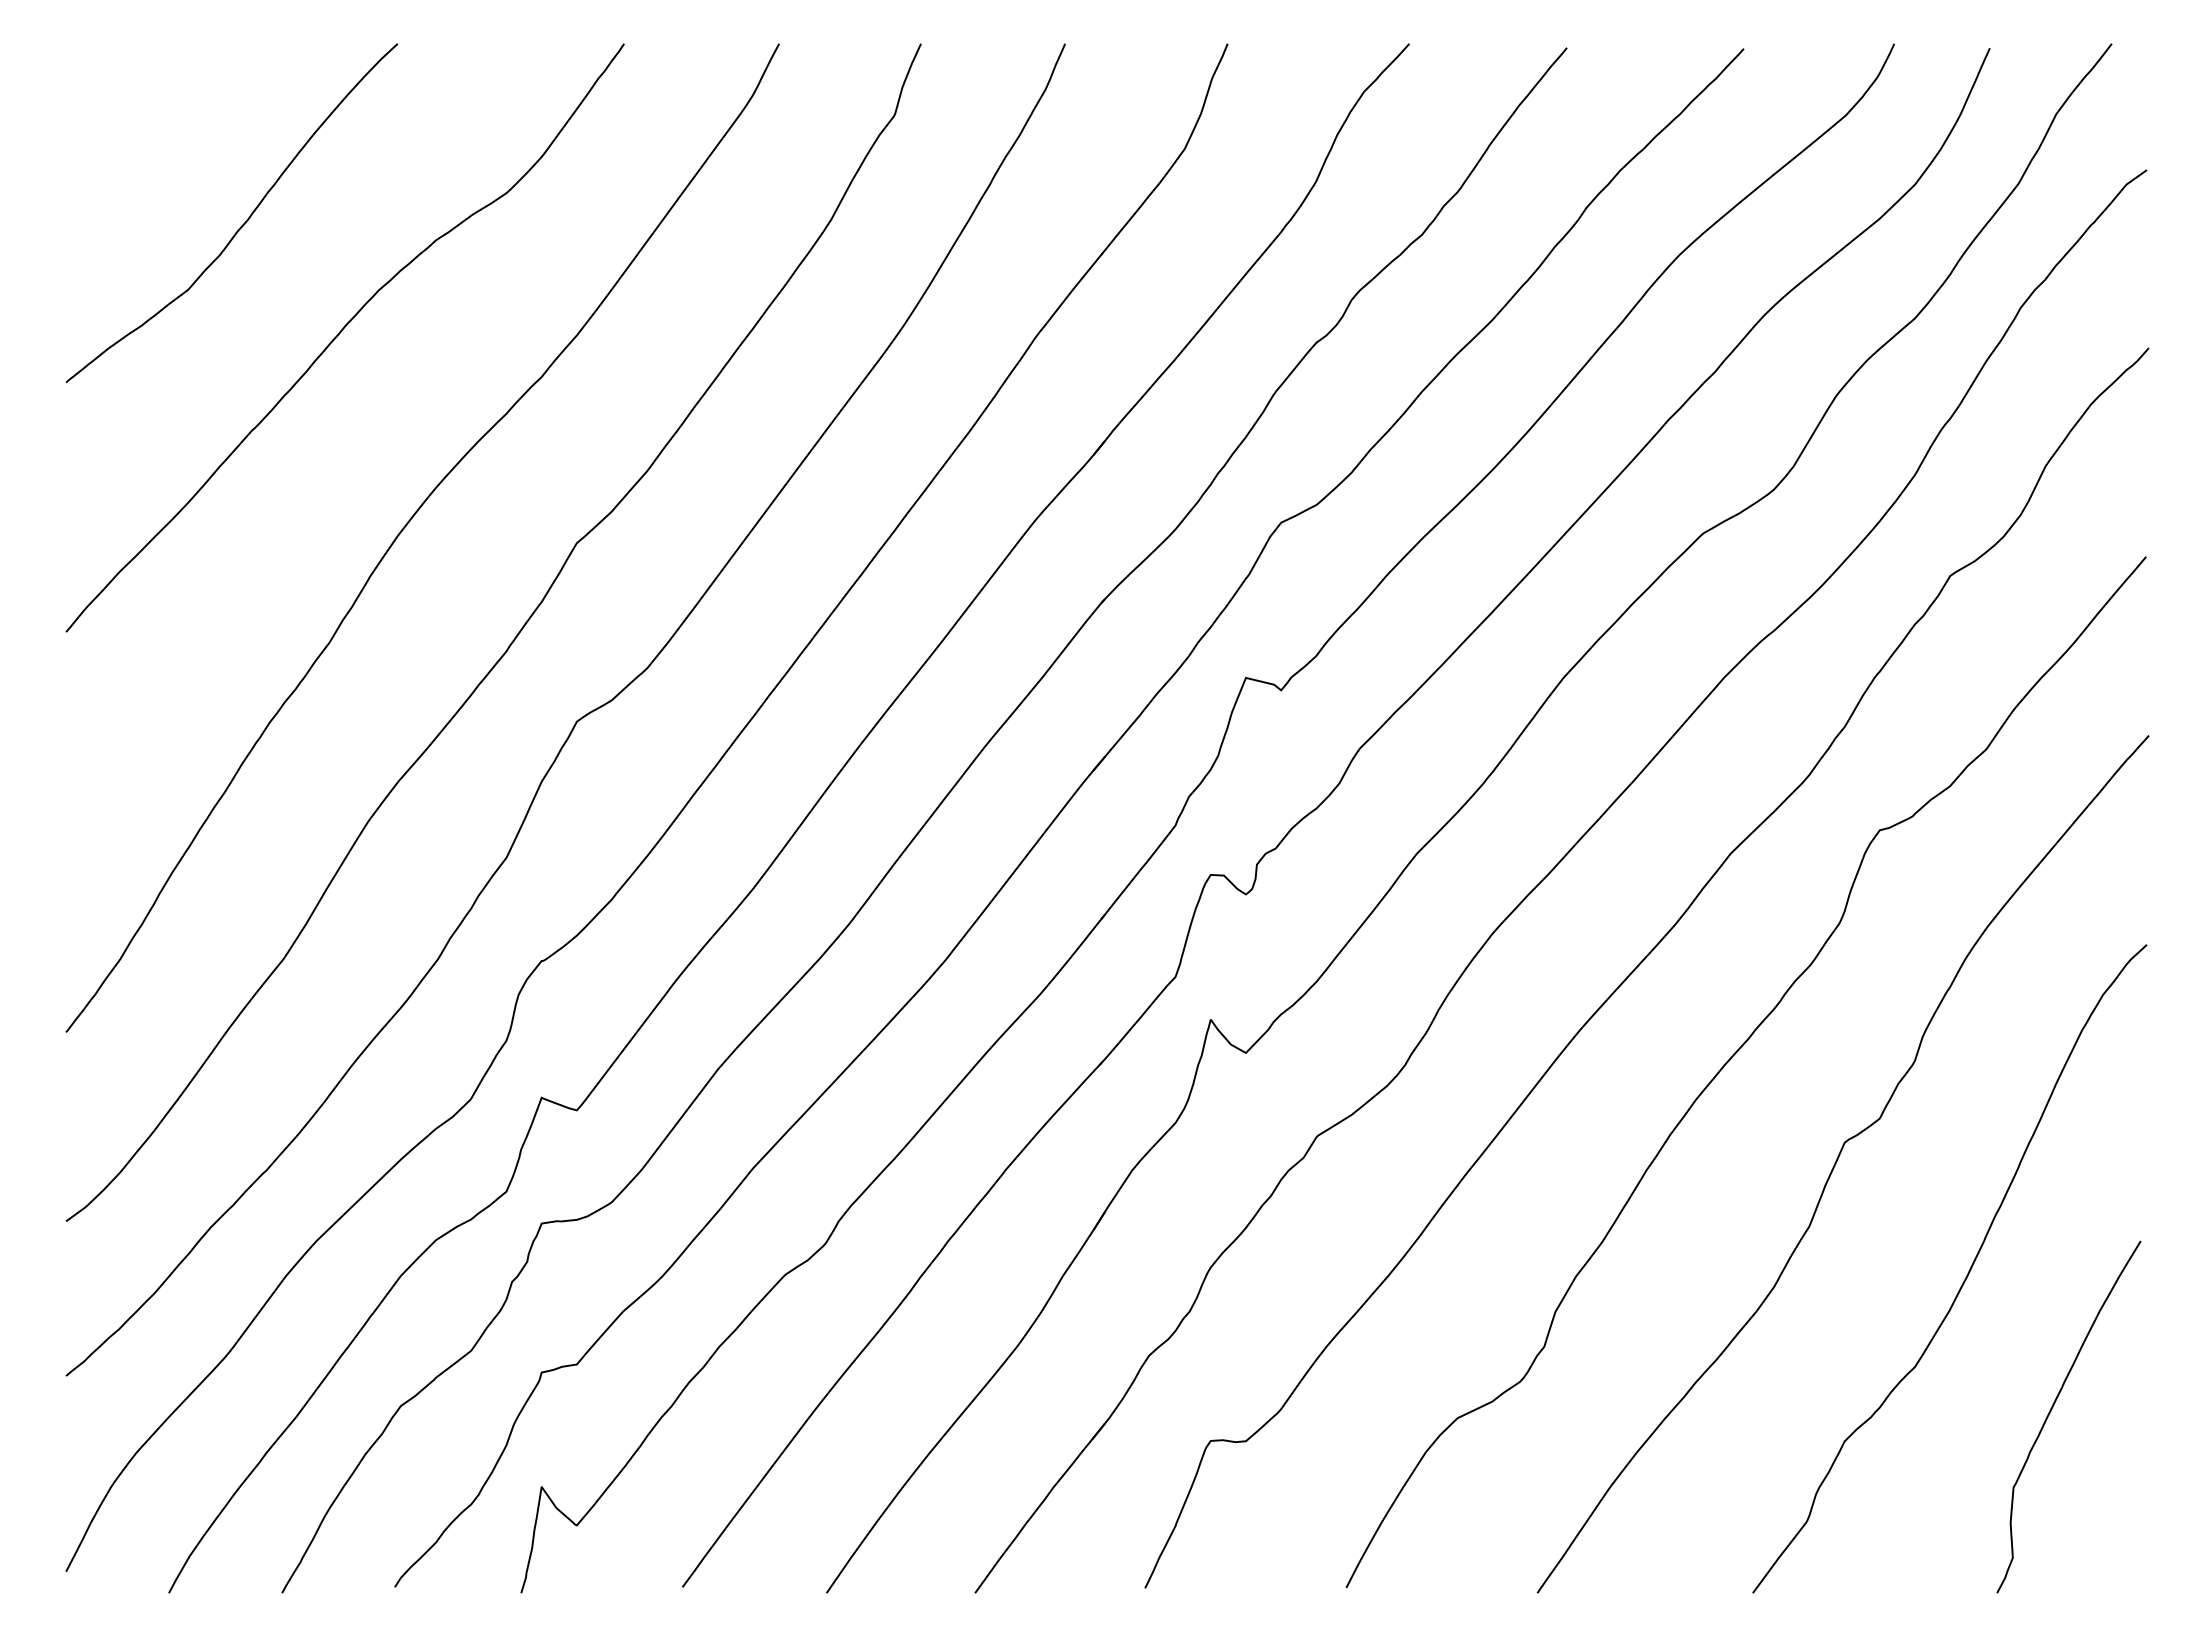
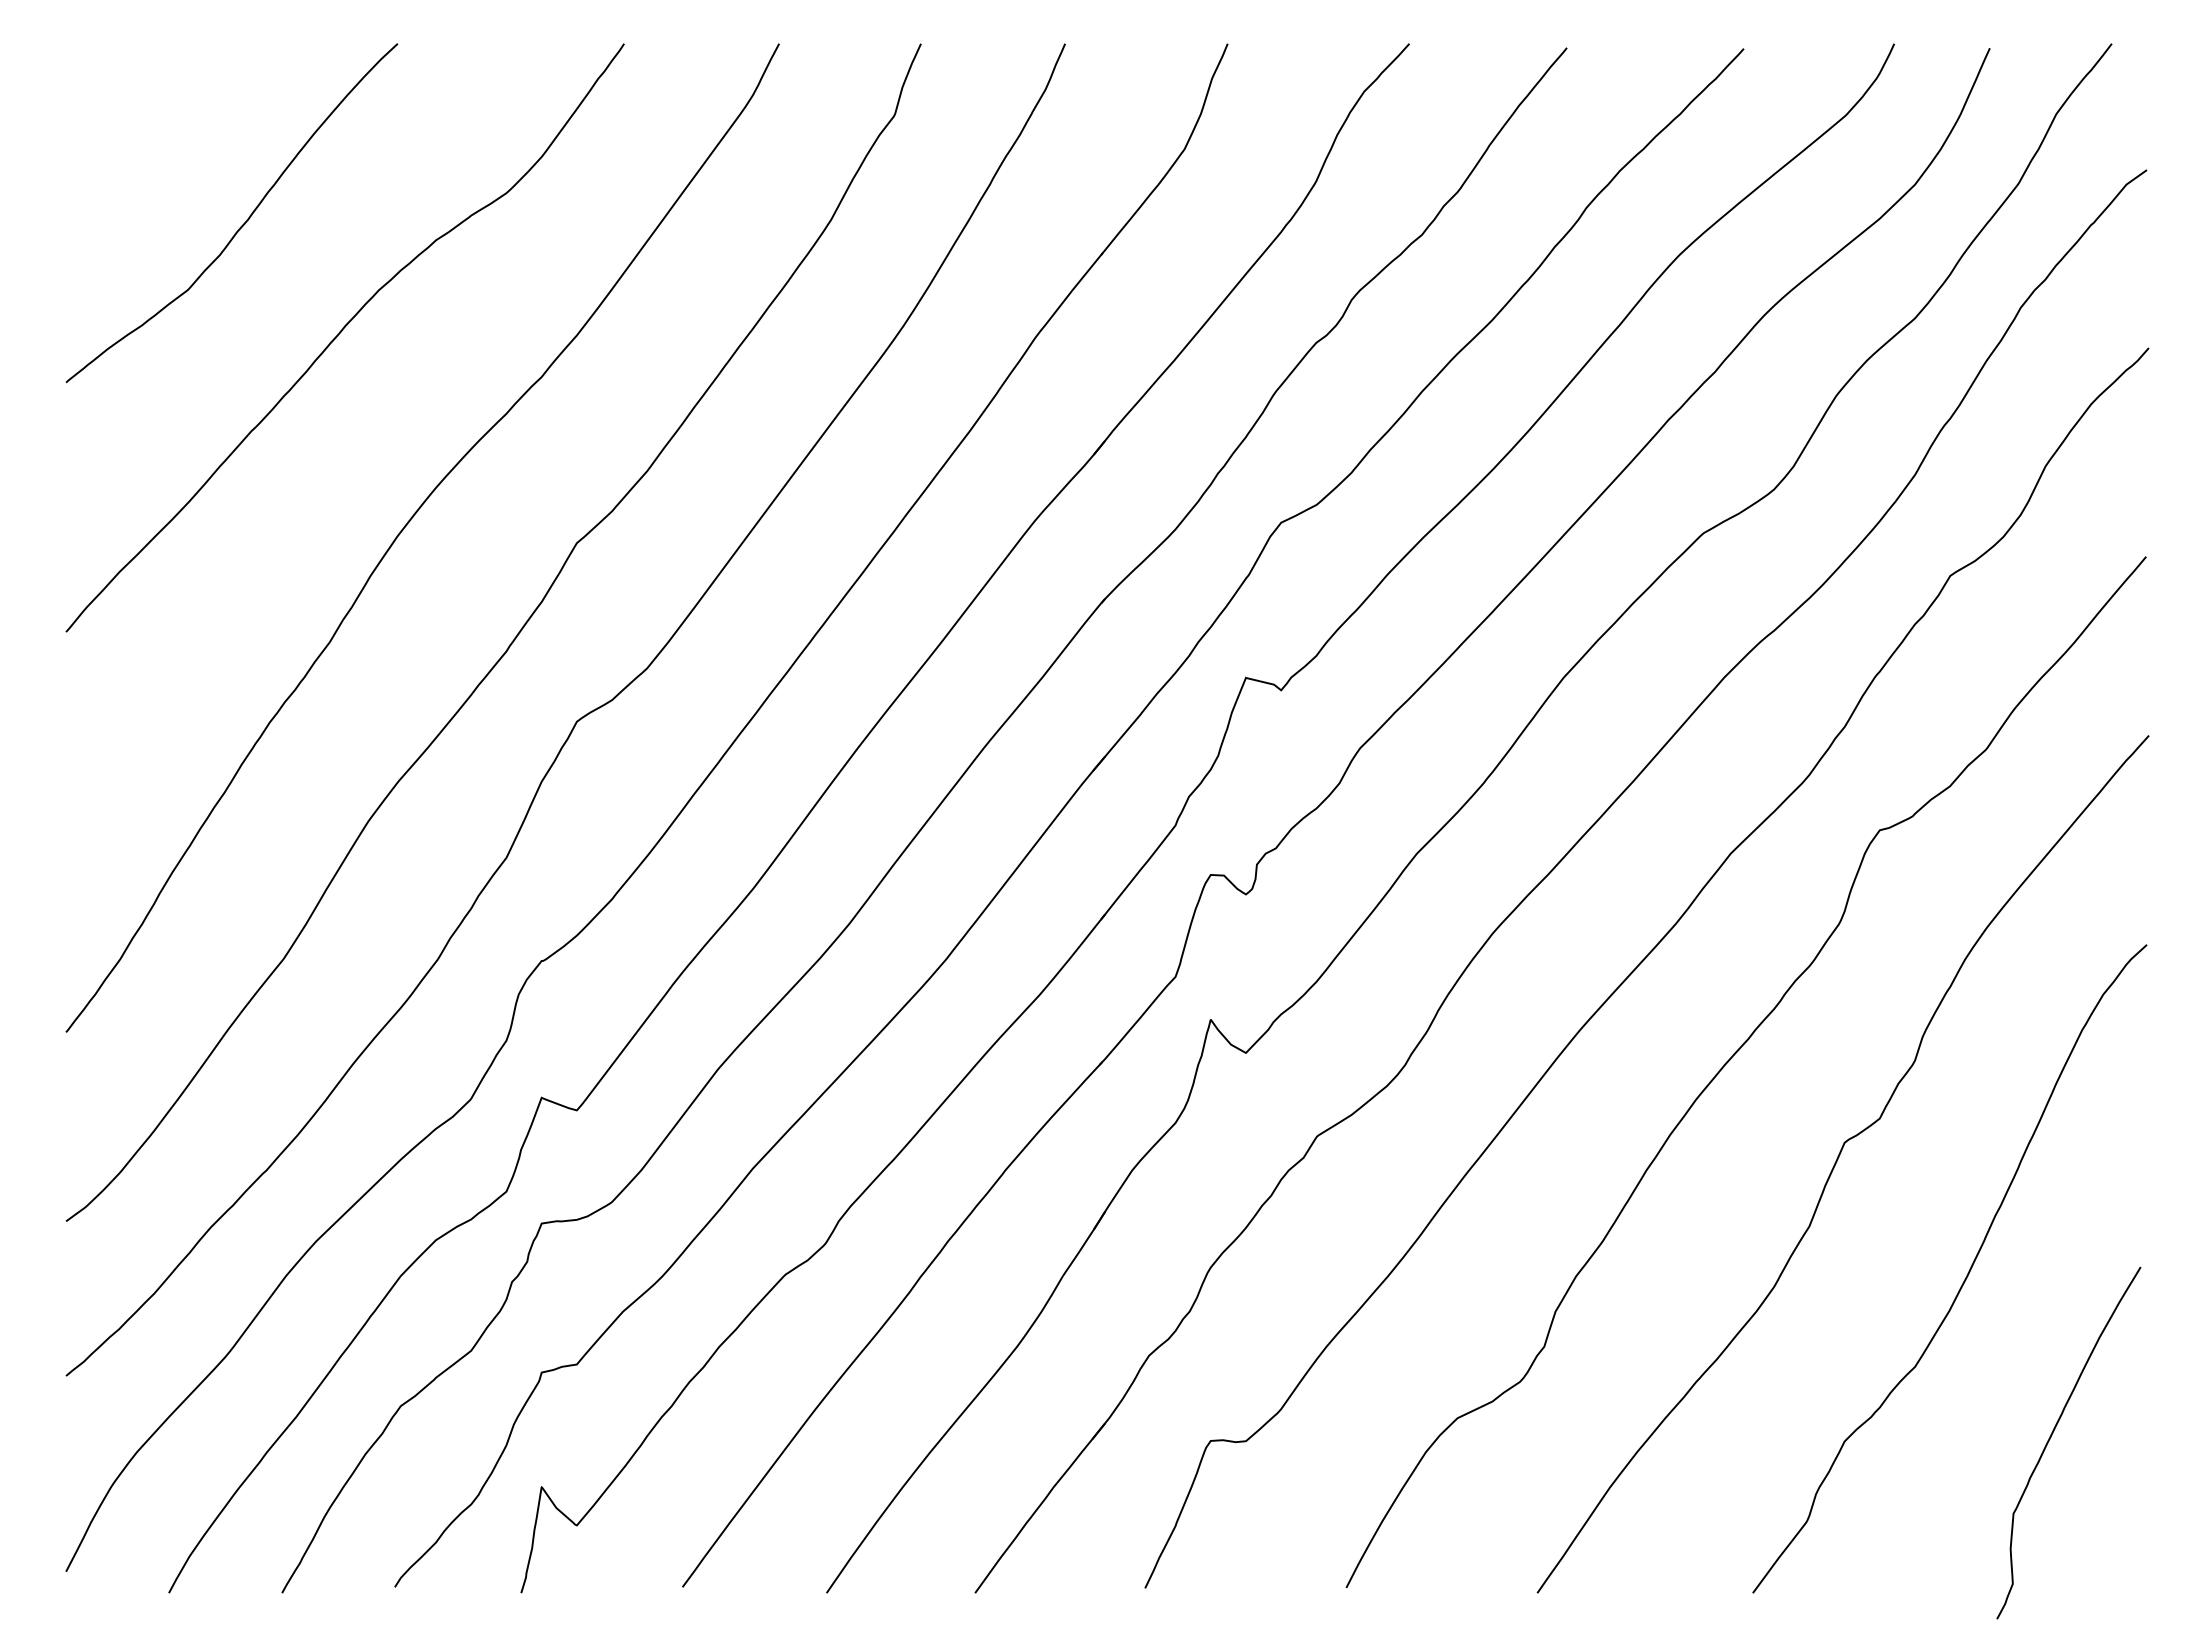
curve at (2052, 1409) position: (2052, 1409) -> (2052, 1435)
